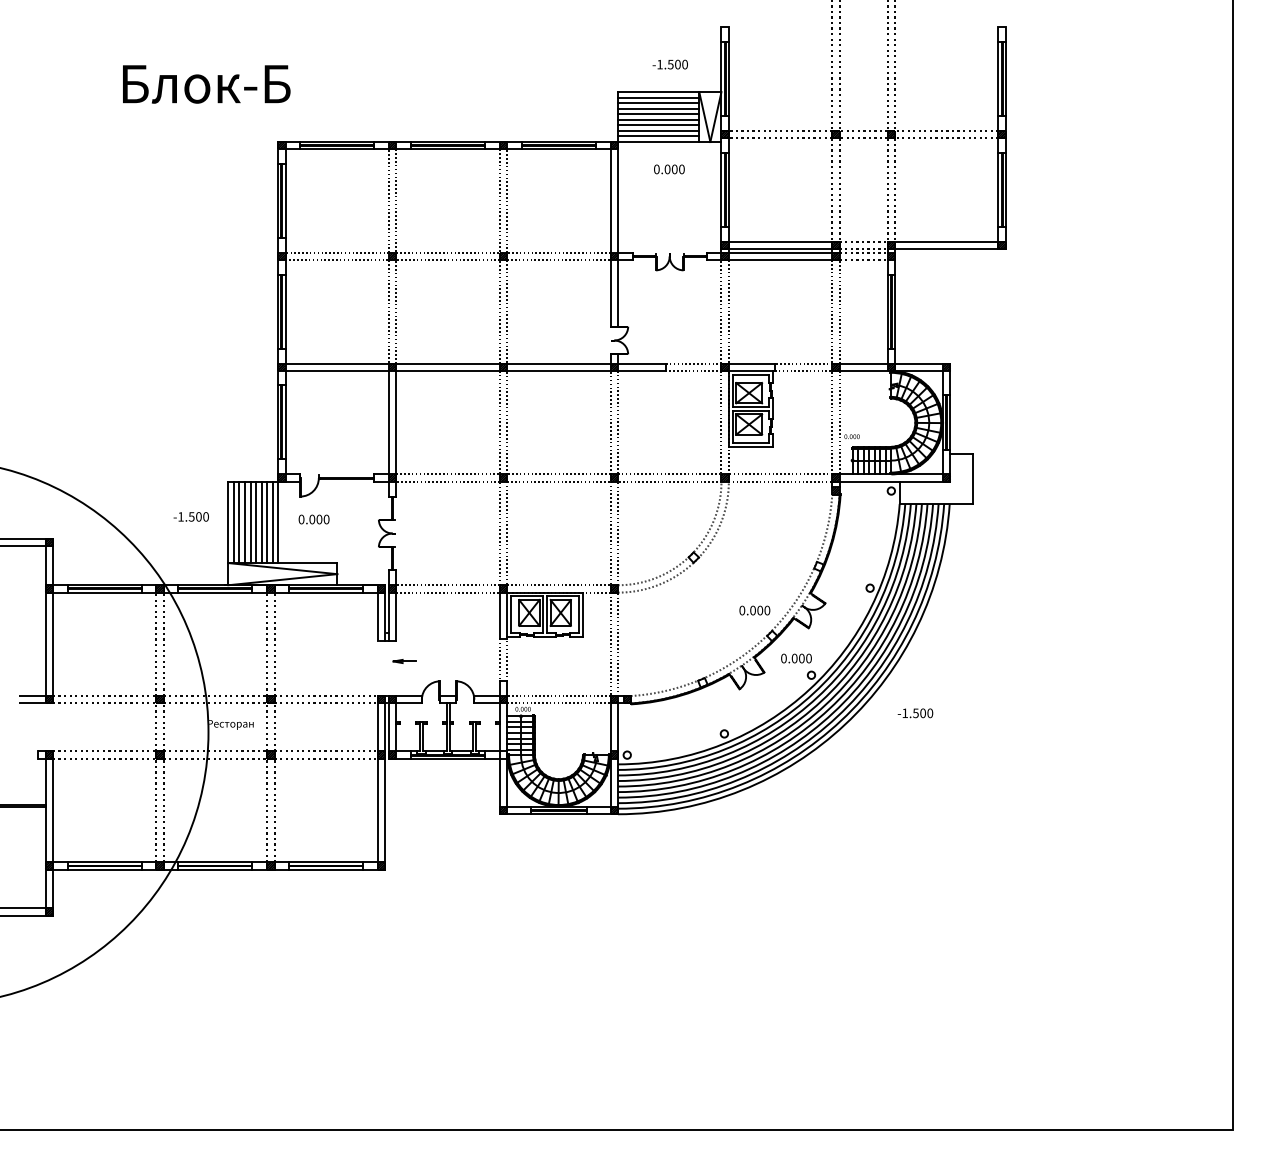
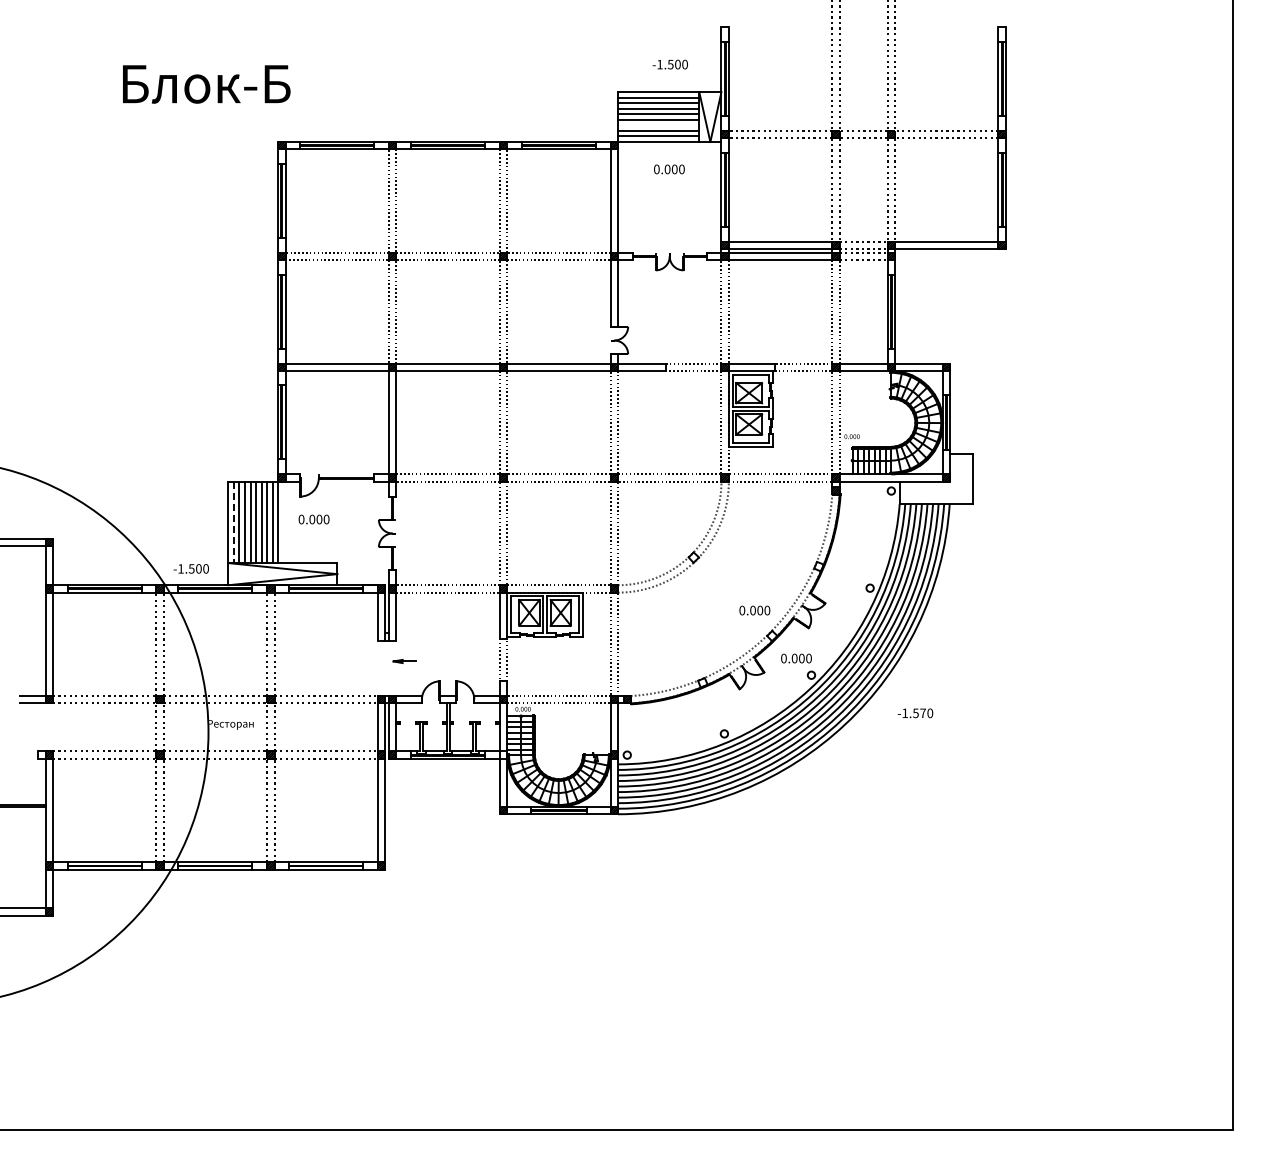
line at (658, 125): present -> none
text at (190, 516) position: (190, 516) -> (190, 568)
line at (233, 522): solid -> dashed
text at (922, 713): -1.500 -> -1.570
